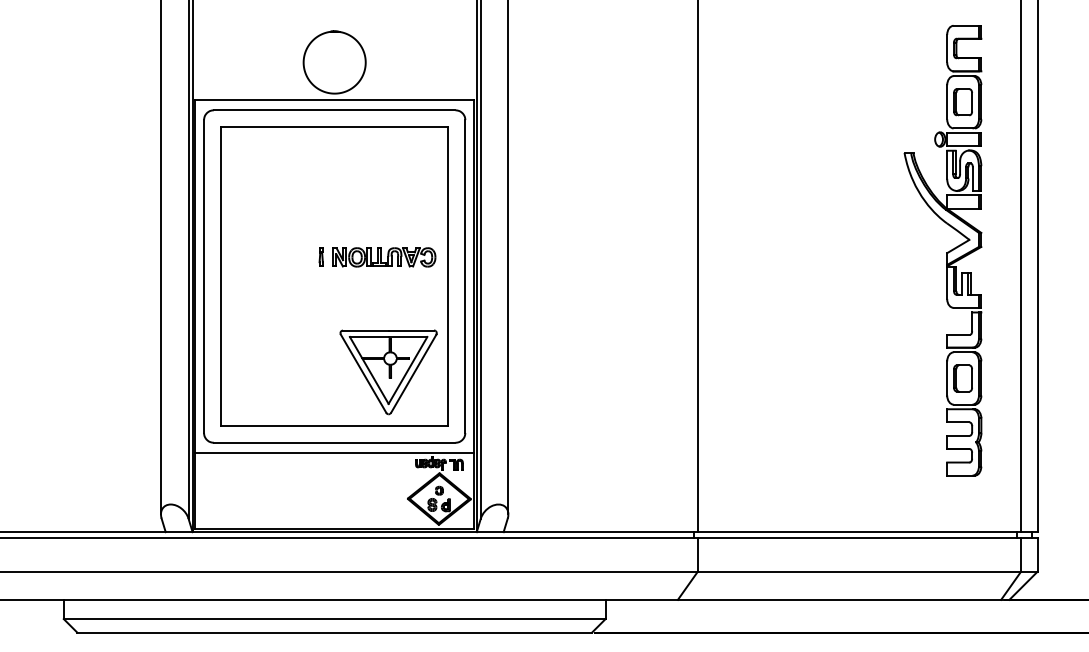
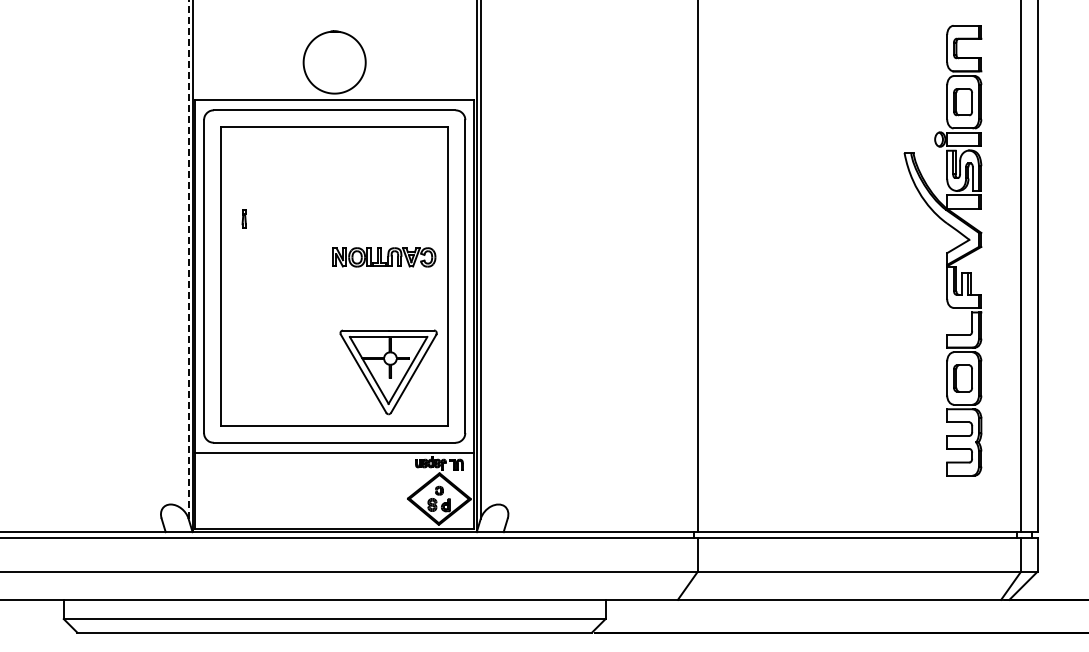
part at (320, 256) position: (320, 256) -> (243, 218)
line at (160, 258): present -> none
line at (508, 258): present -> none
line at (188, 259): solid -> dashed
